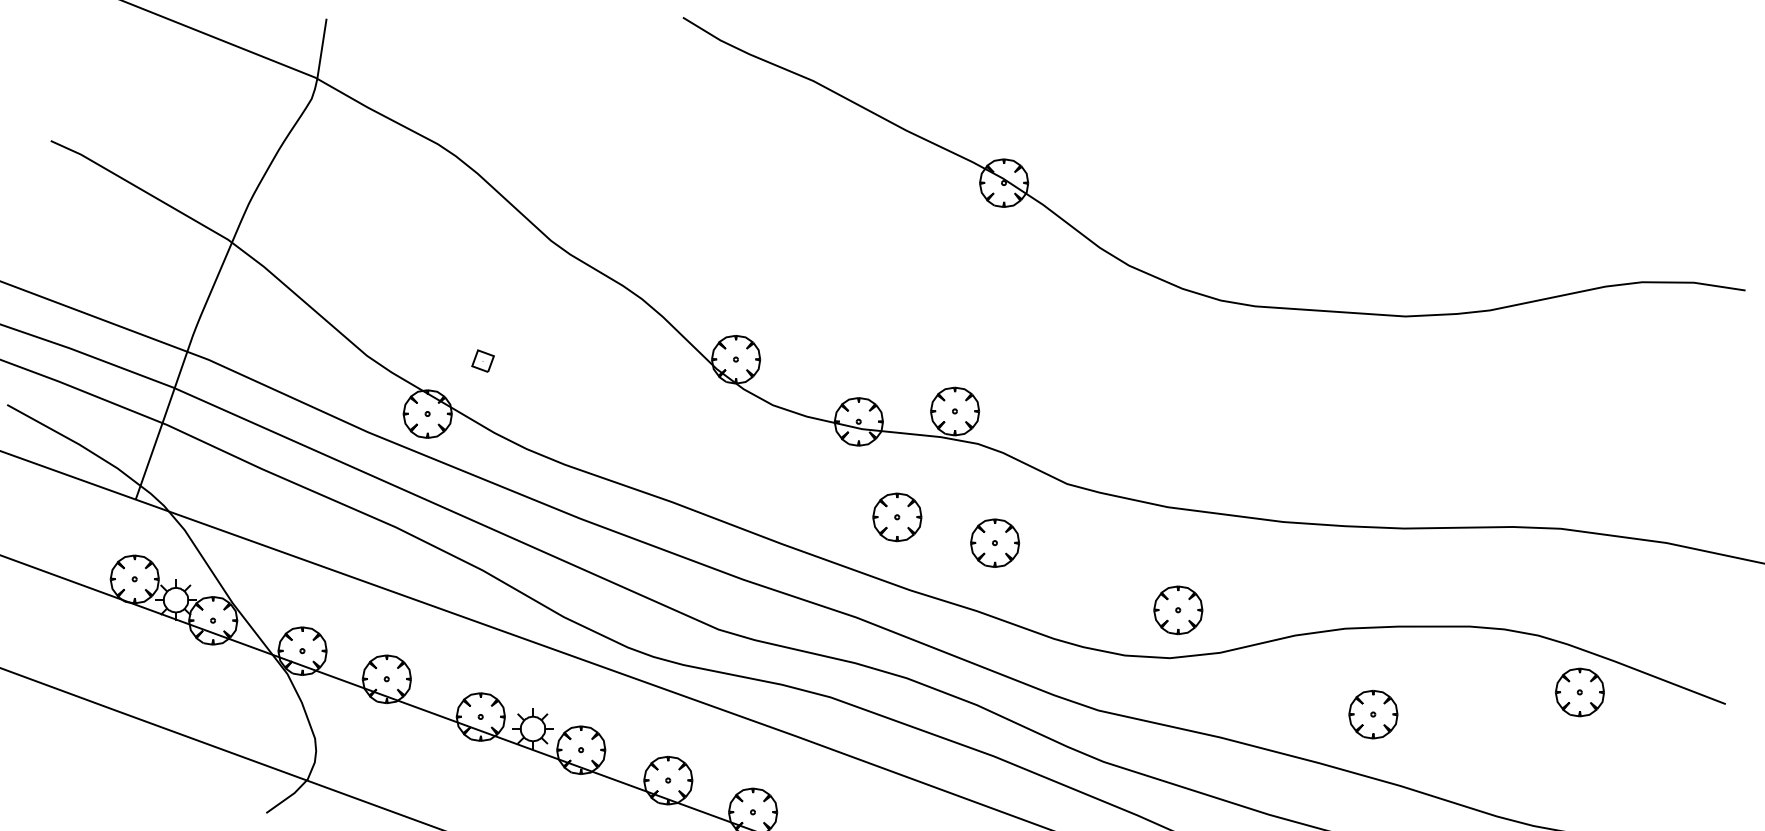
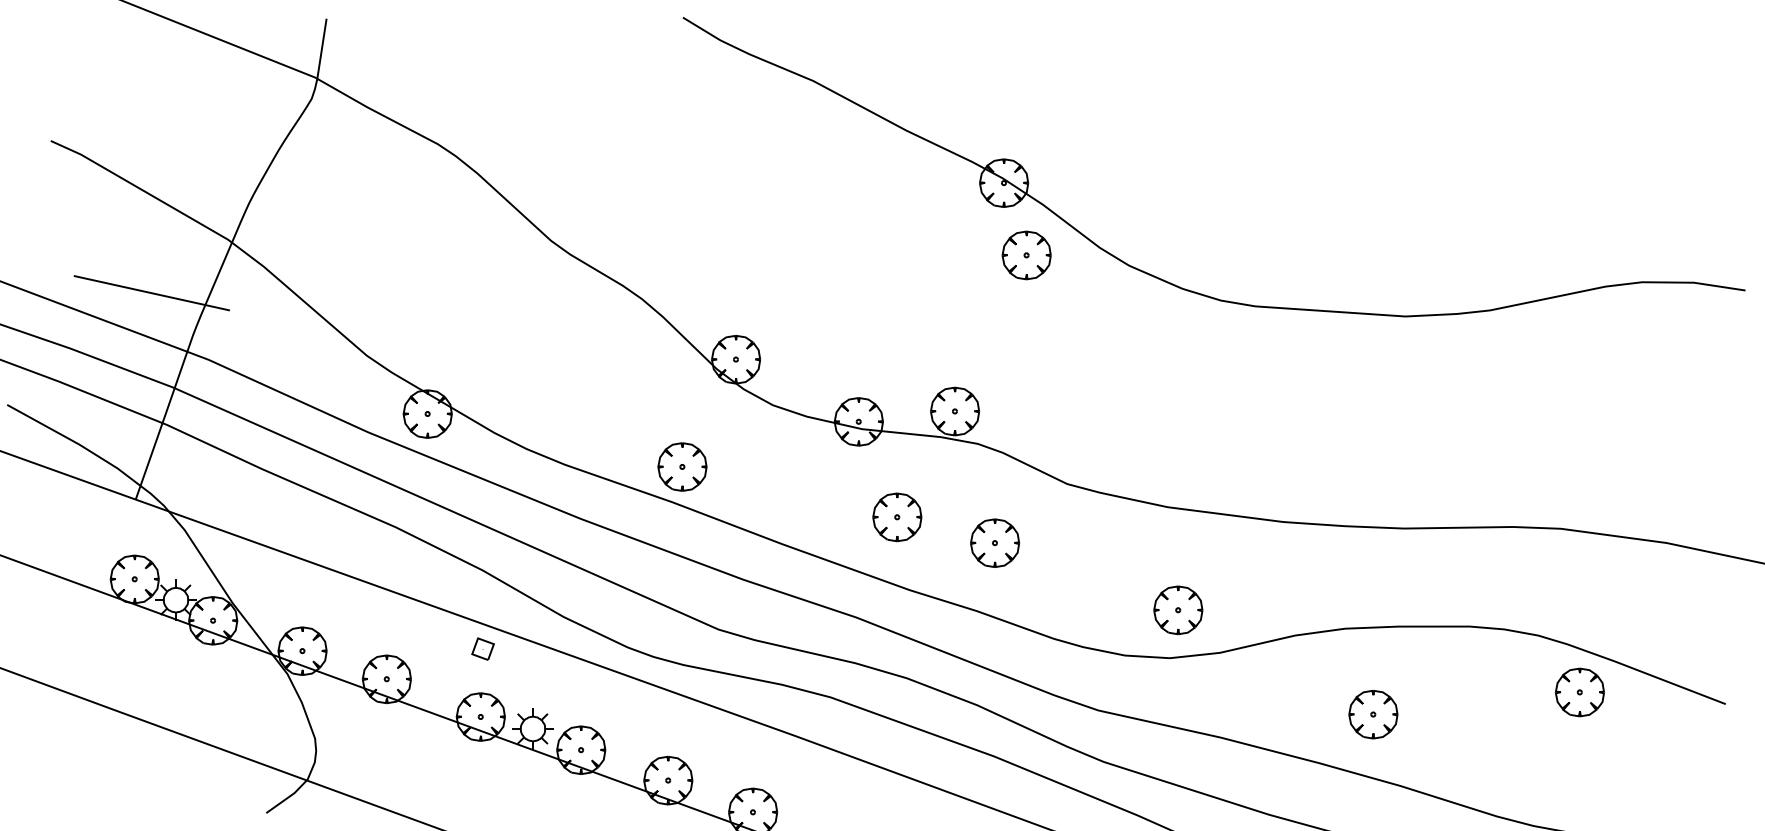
part at (1026, 255): none -> present
line at (151, 293): none -> present
part at (482, 360) position: (482, 360) -> (482, 648)
part at (682, 466): none -> present
